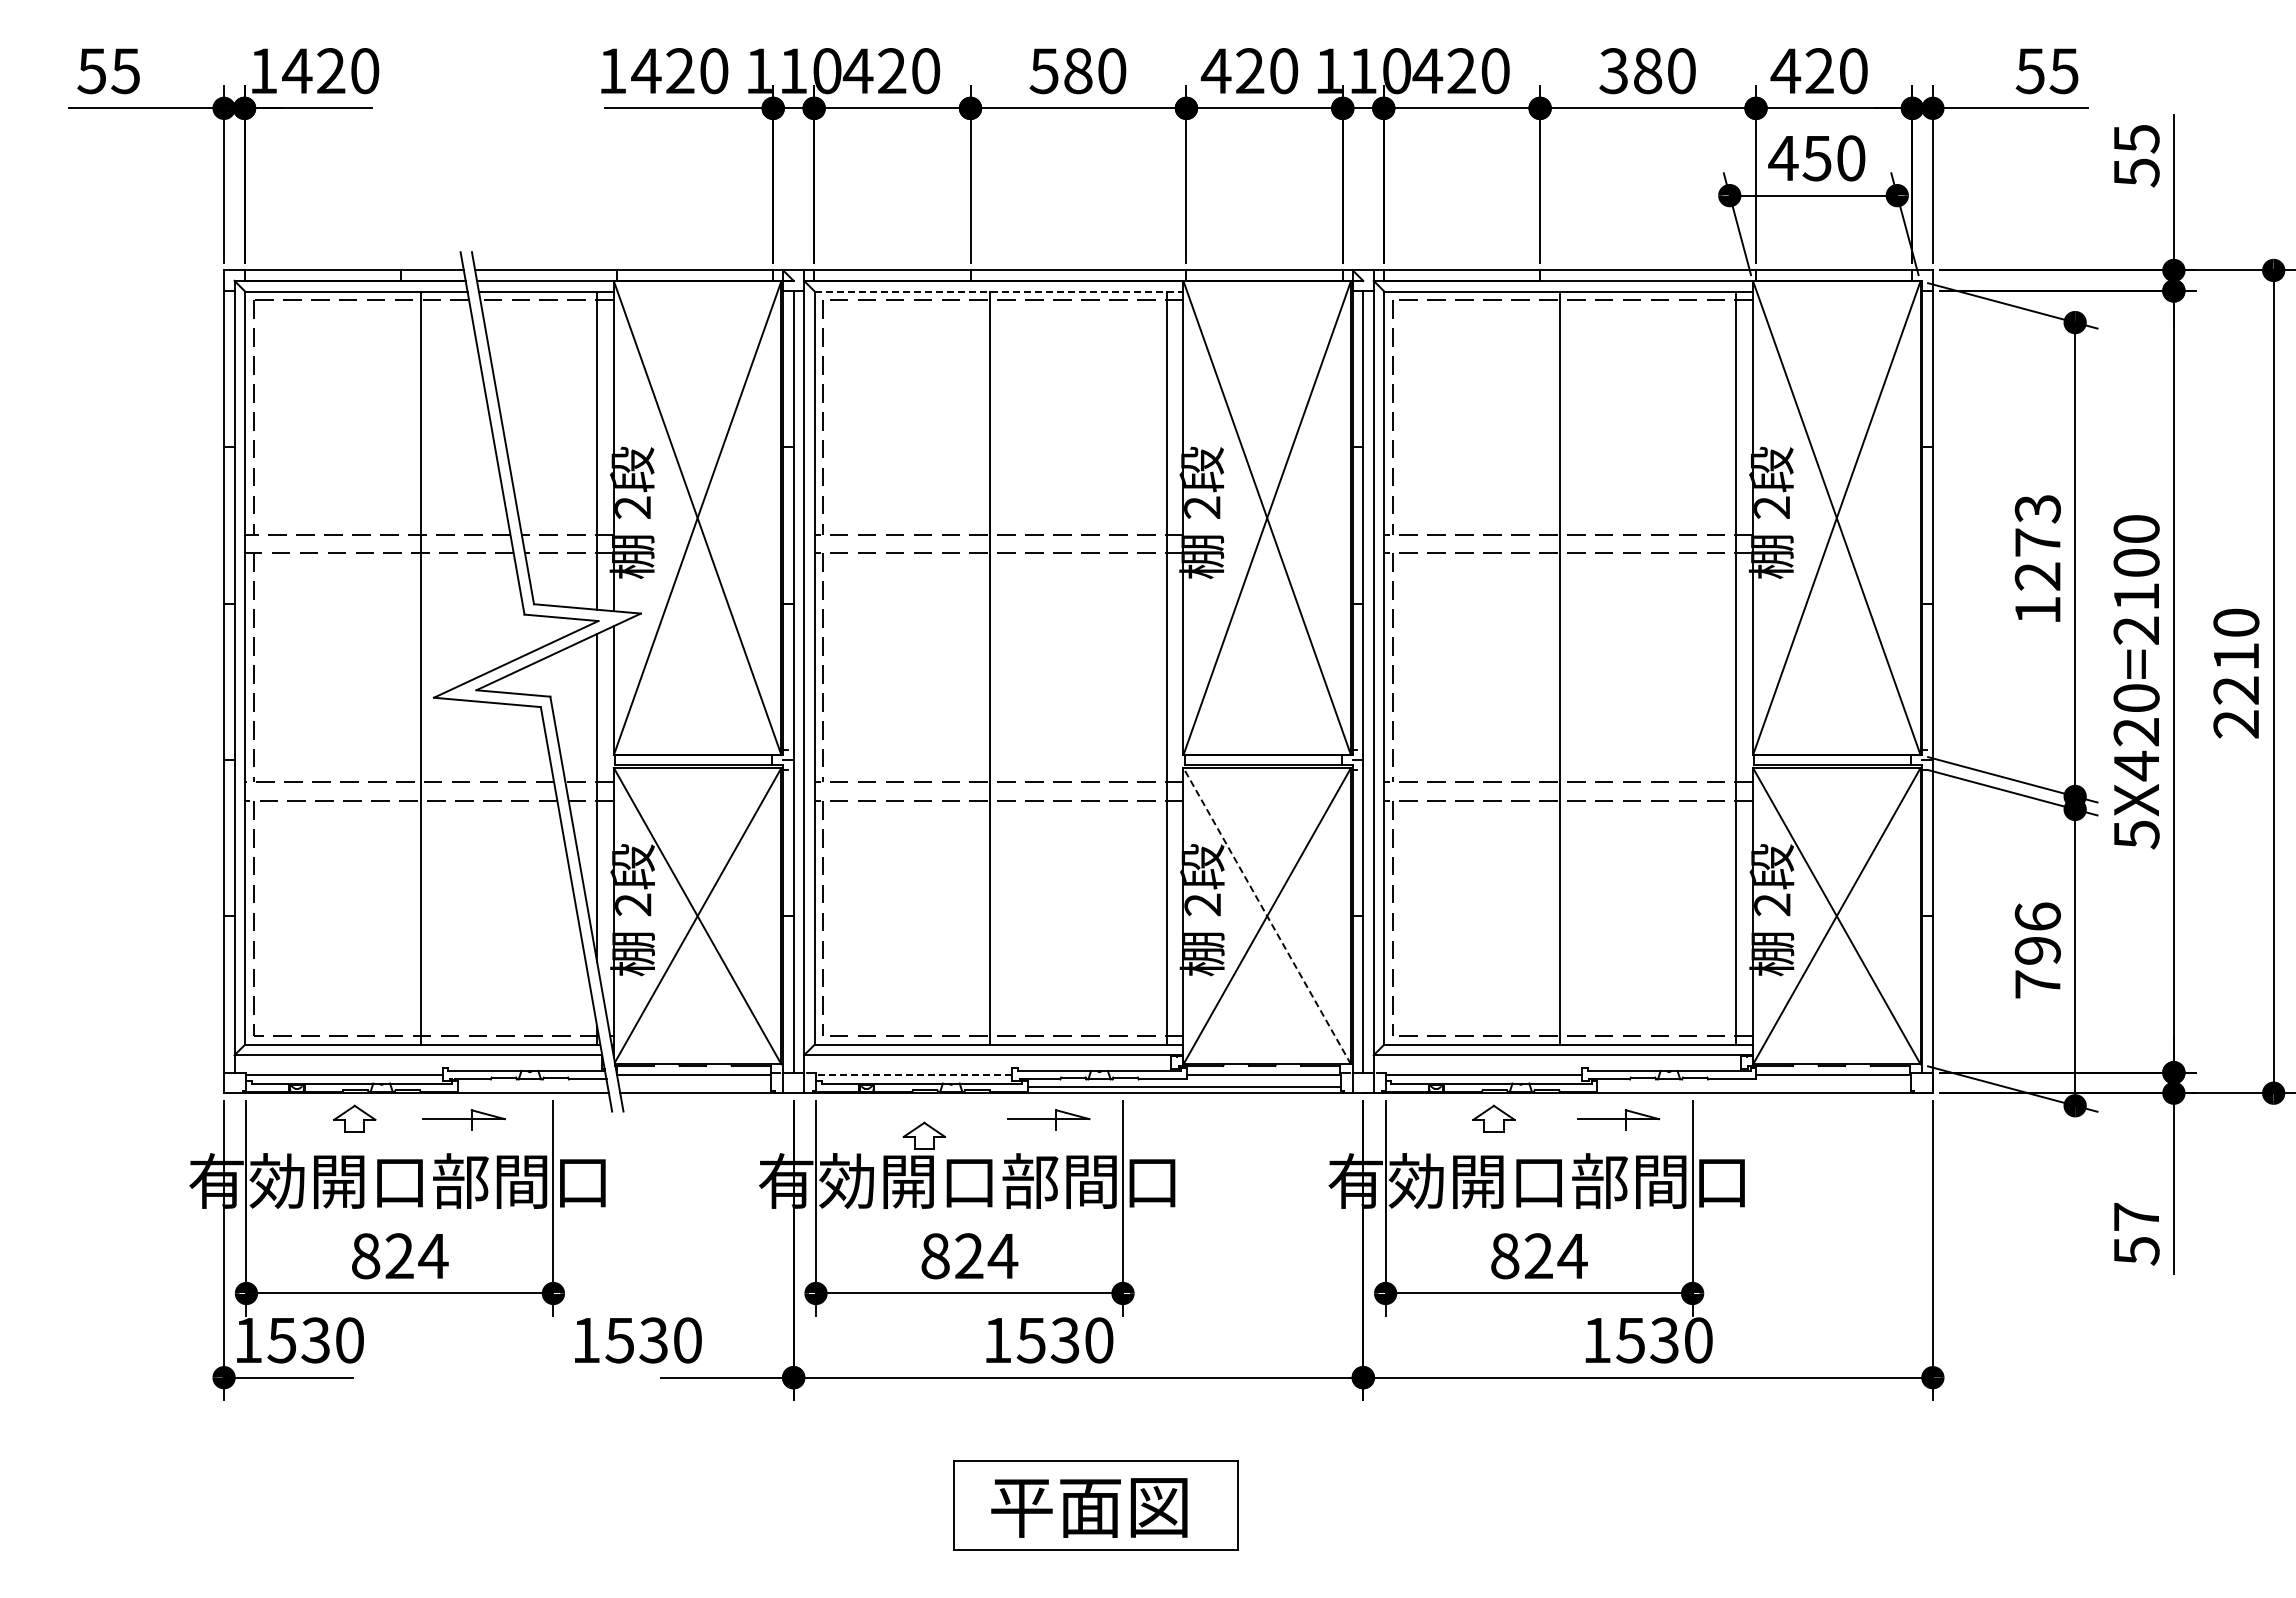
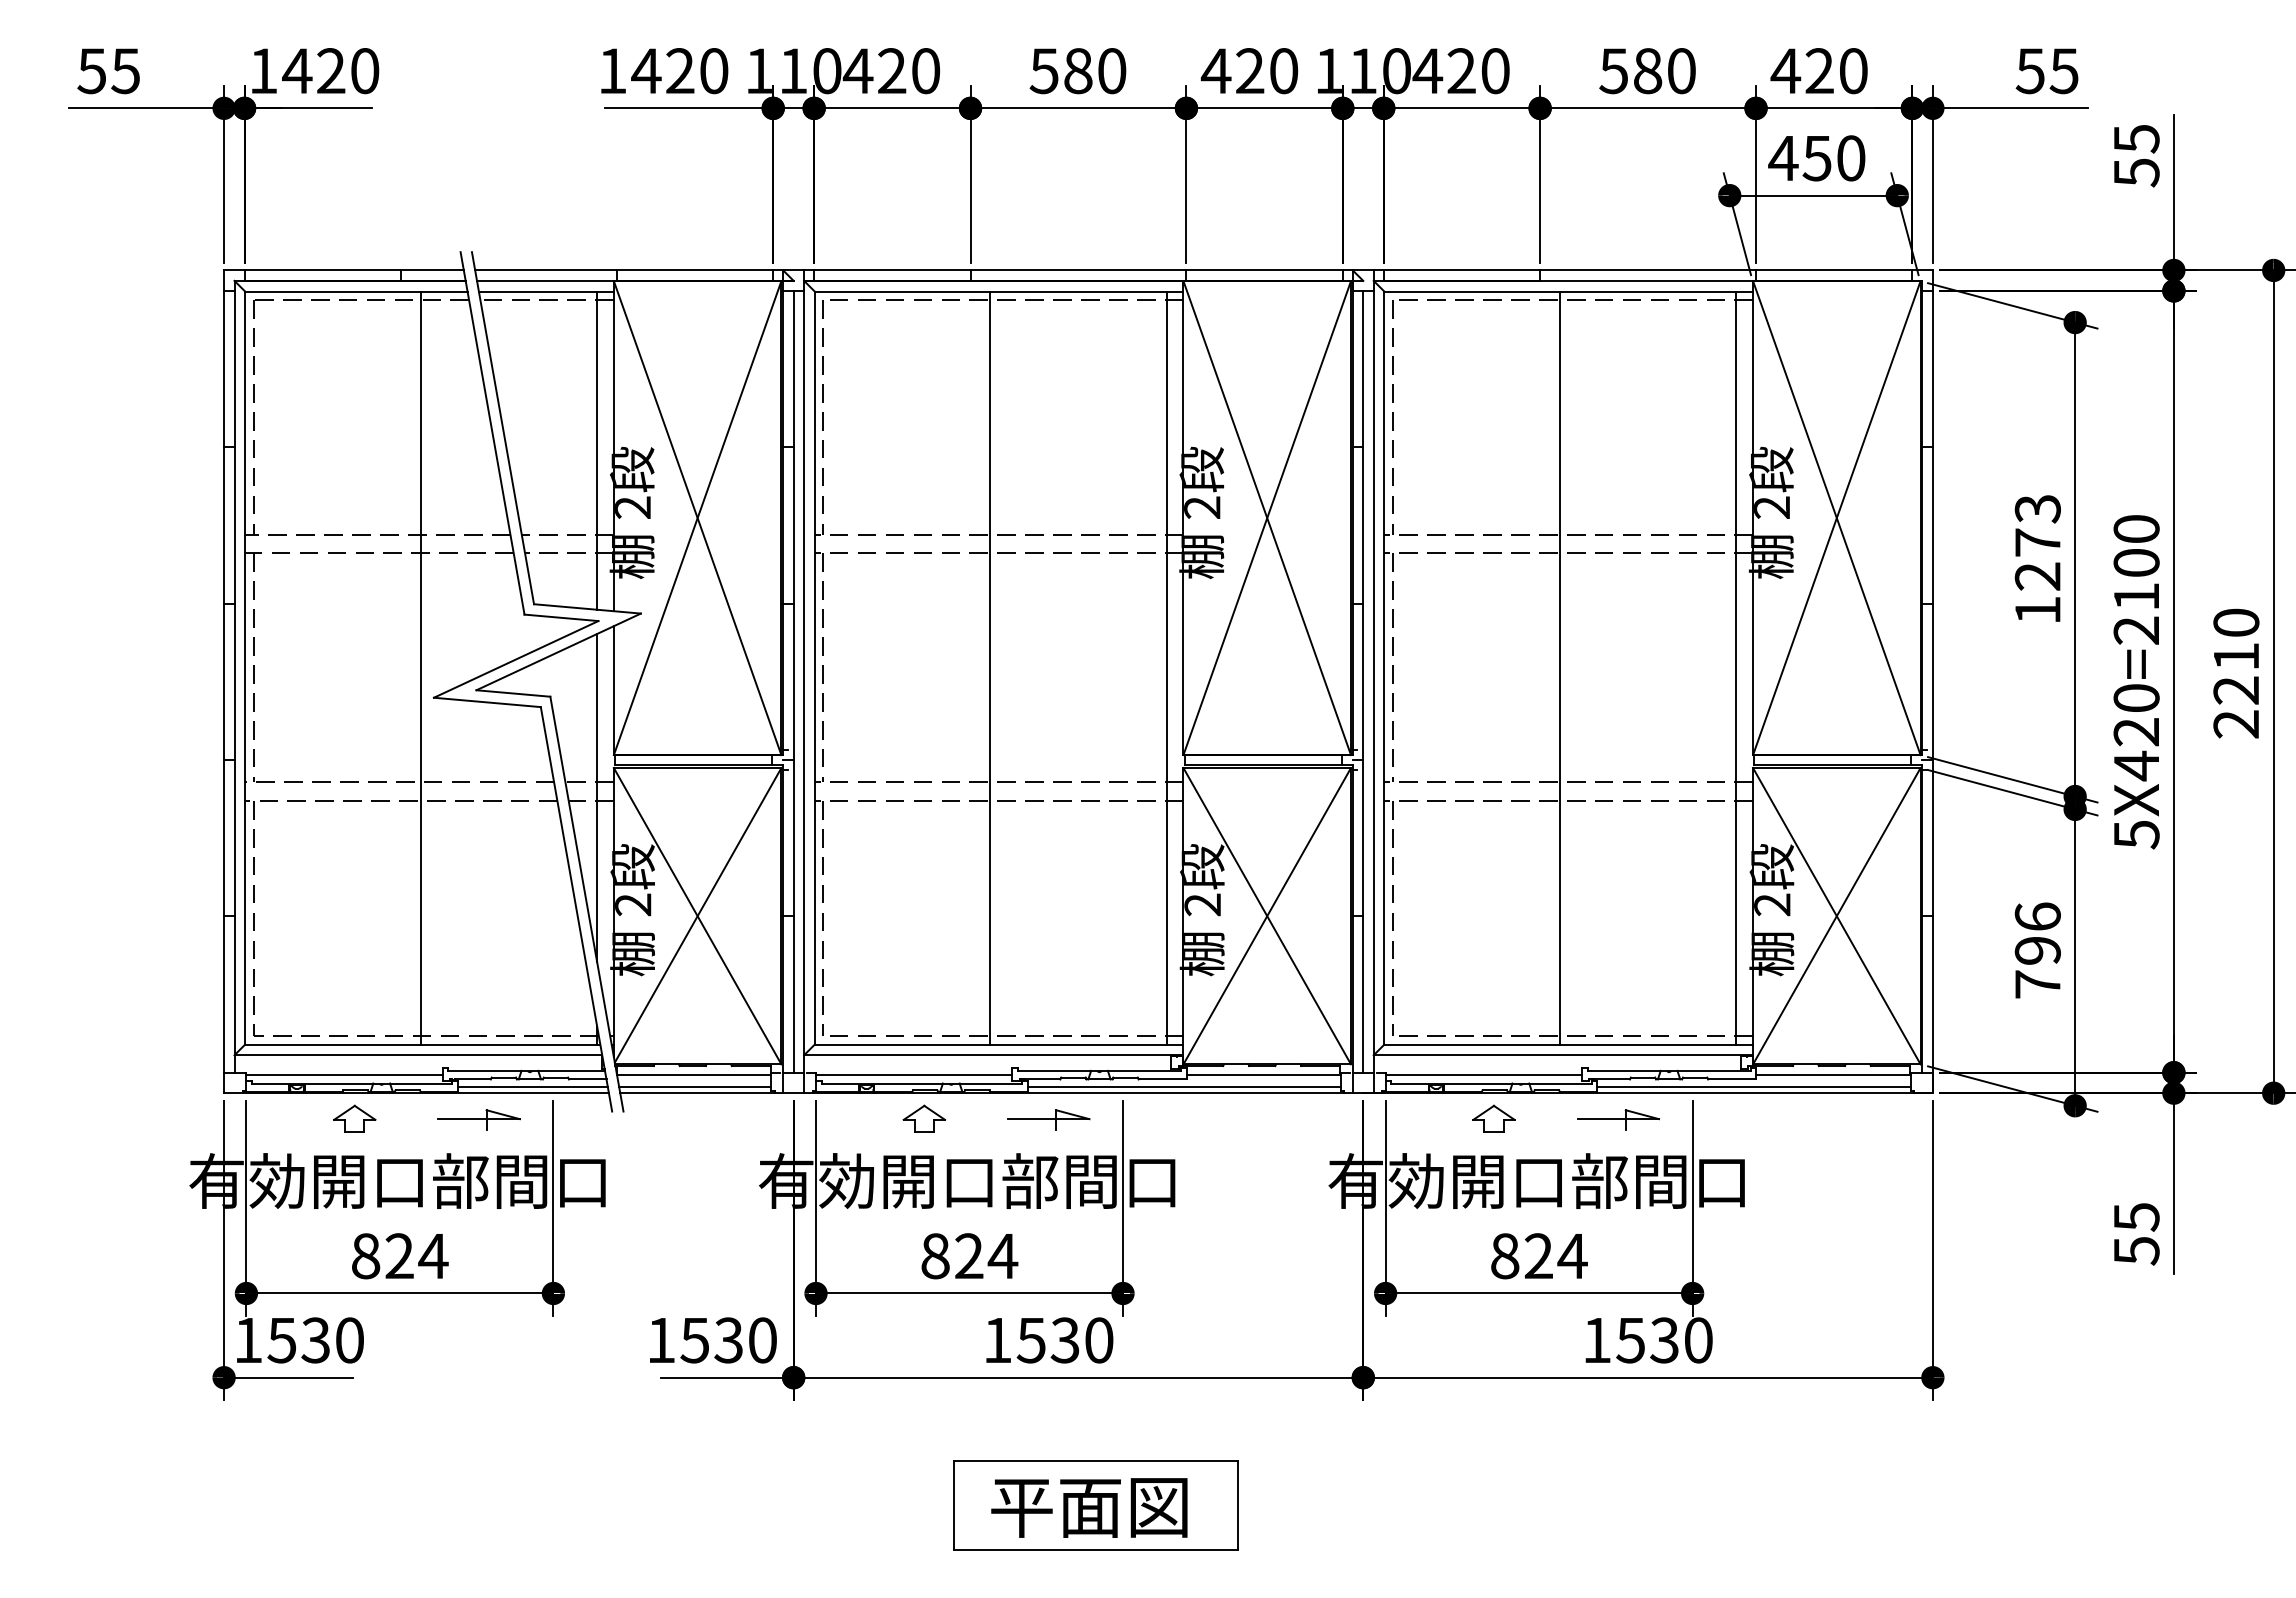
text at (1613, 70): 380 -> 580
line at (999, 291): dashed -> solid
line at (1266, 915): dashed -> solid
line at (913, 1074): dashed -> solid
line at (532, 1087): none -> present
line at (695, 1087): none -> present
line at (1753, 1087): none -> present
part at (463, 1119) position: (463, 1119) -> (478, 1119)
part at (924, 1135) position: (924, 1135) -> (924, 1118)
text at (2136, 1217): 57 -> 55
text at (638, 1340) position: (638, 1340) -> (713, 1340)
